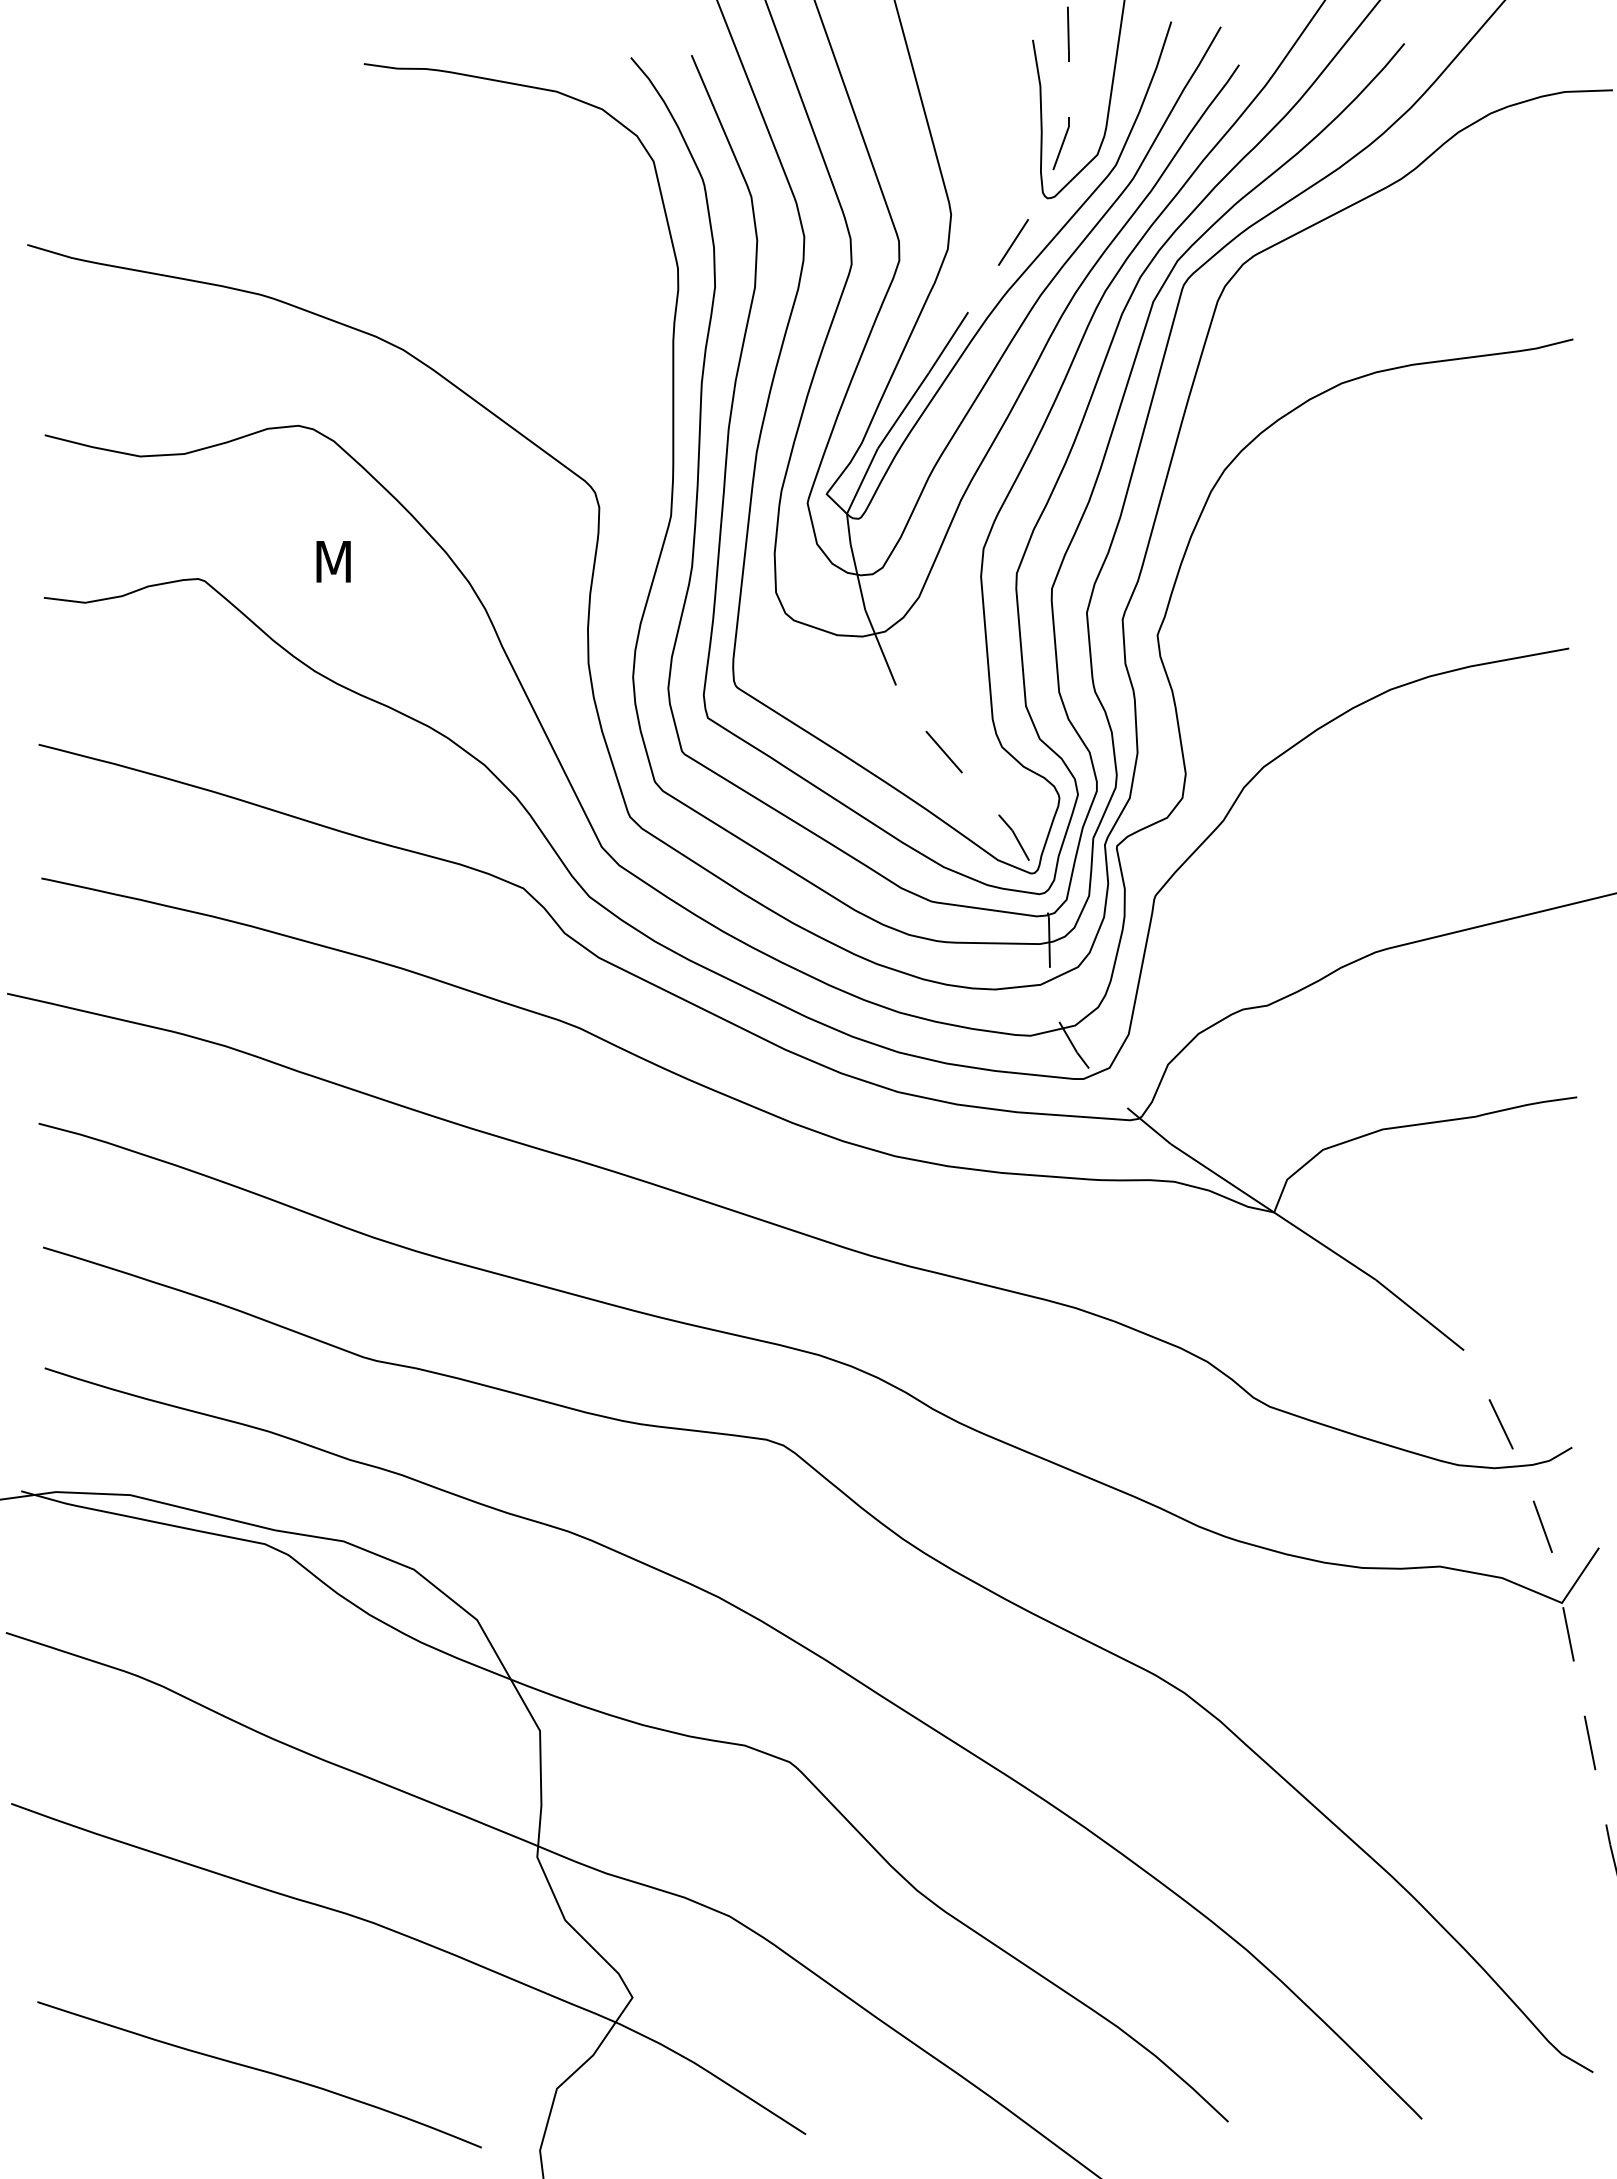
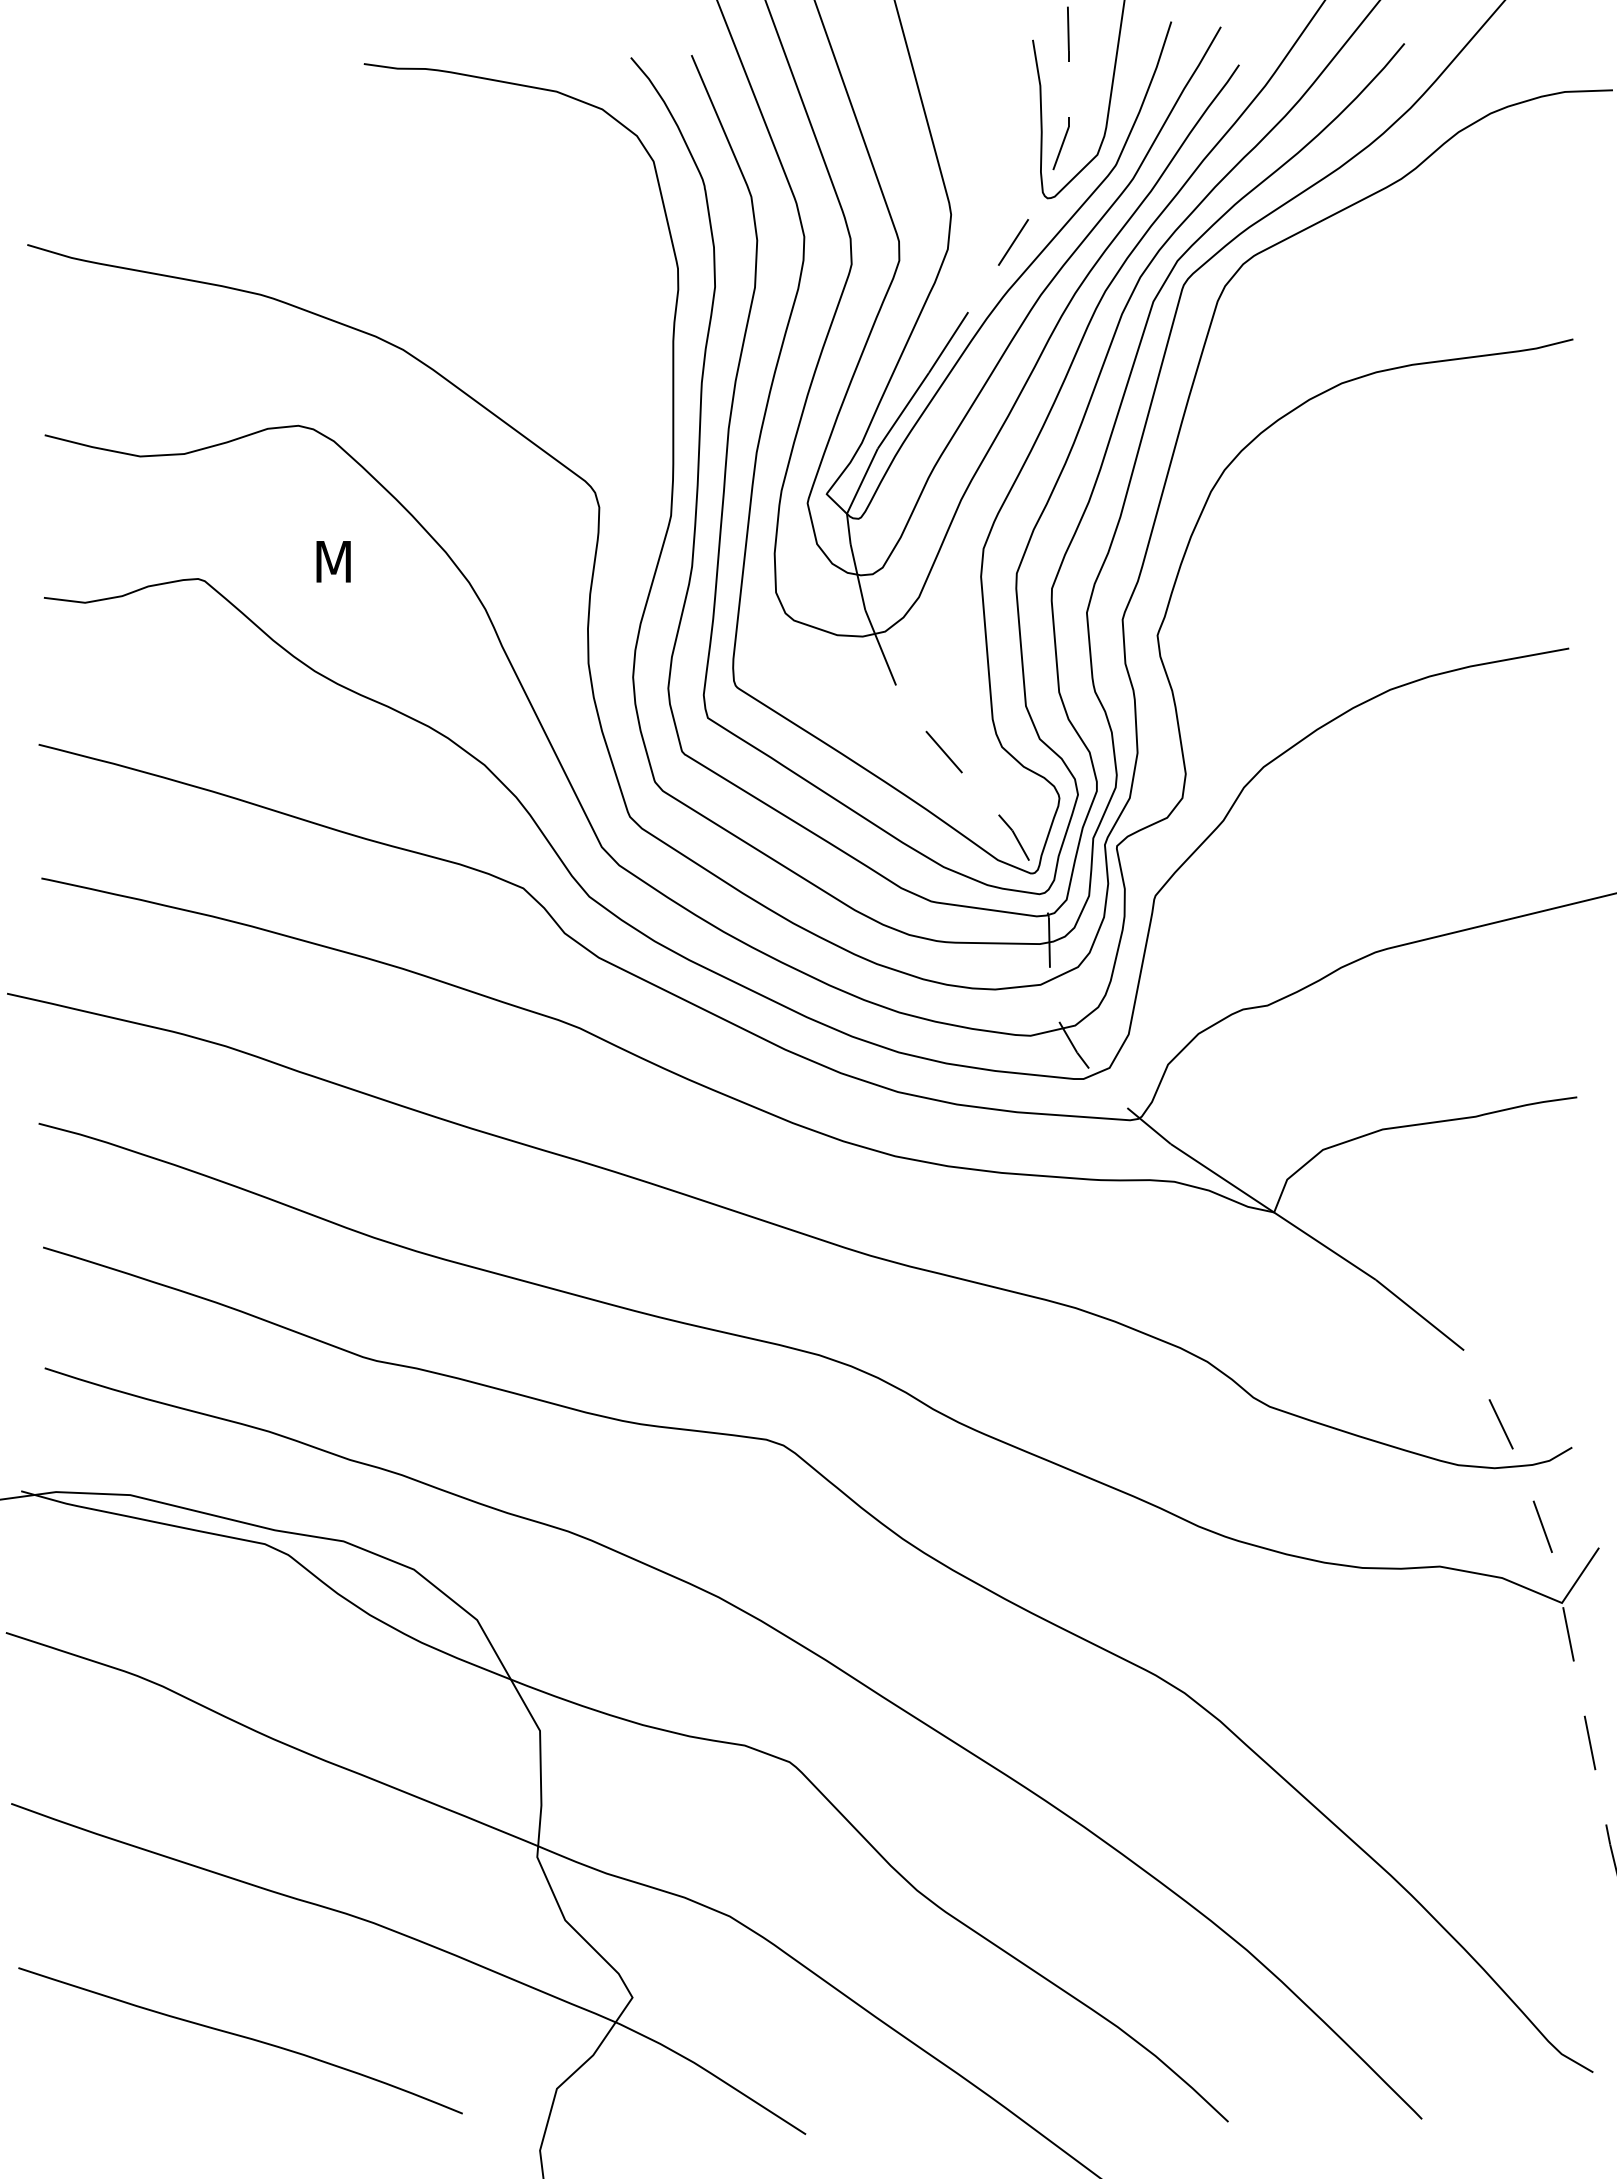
curve at (260, 2071) position: (260, 2071) -> (241, 2037)
